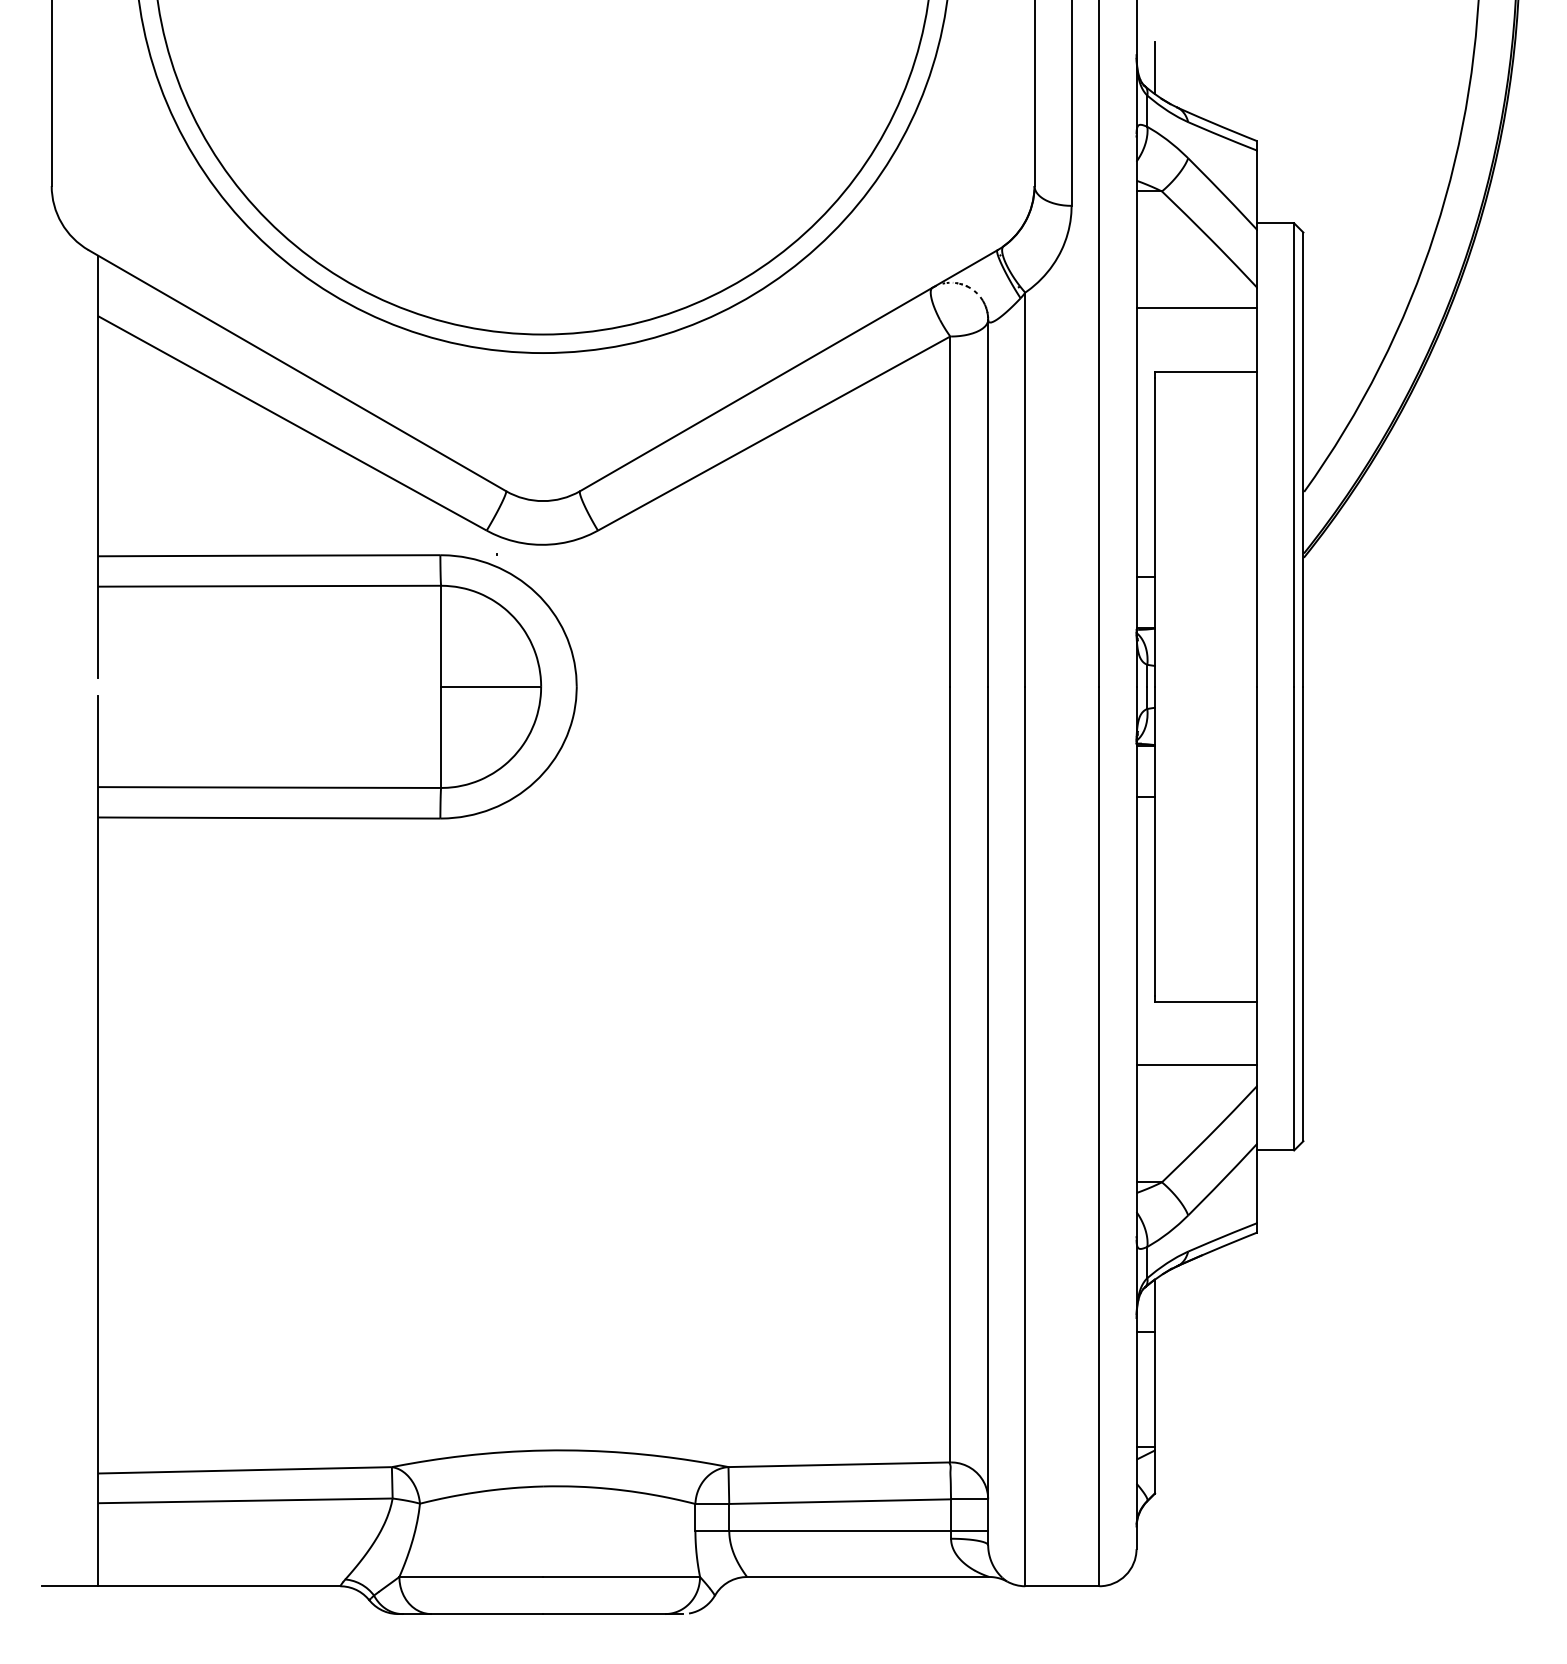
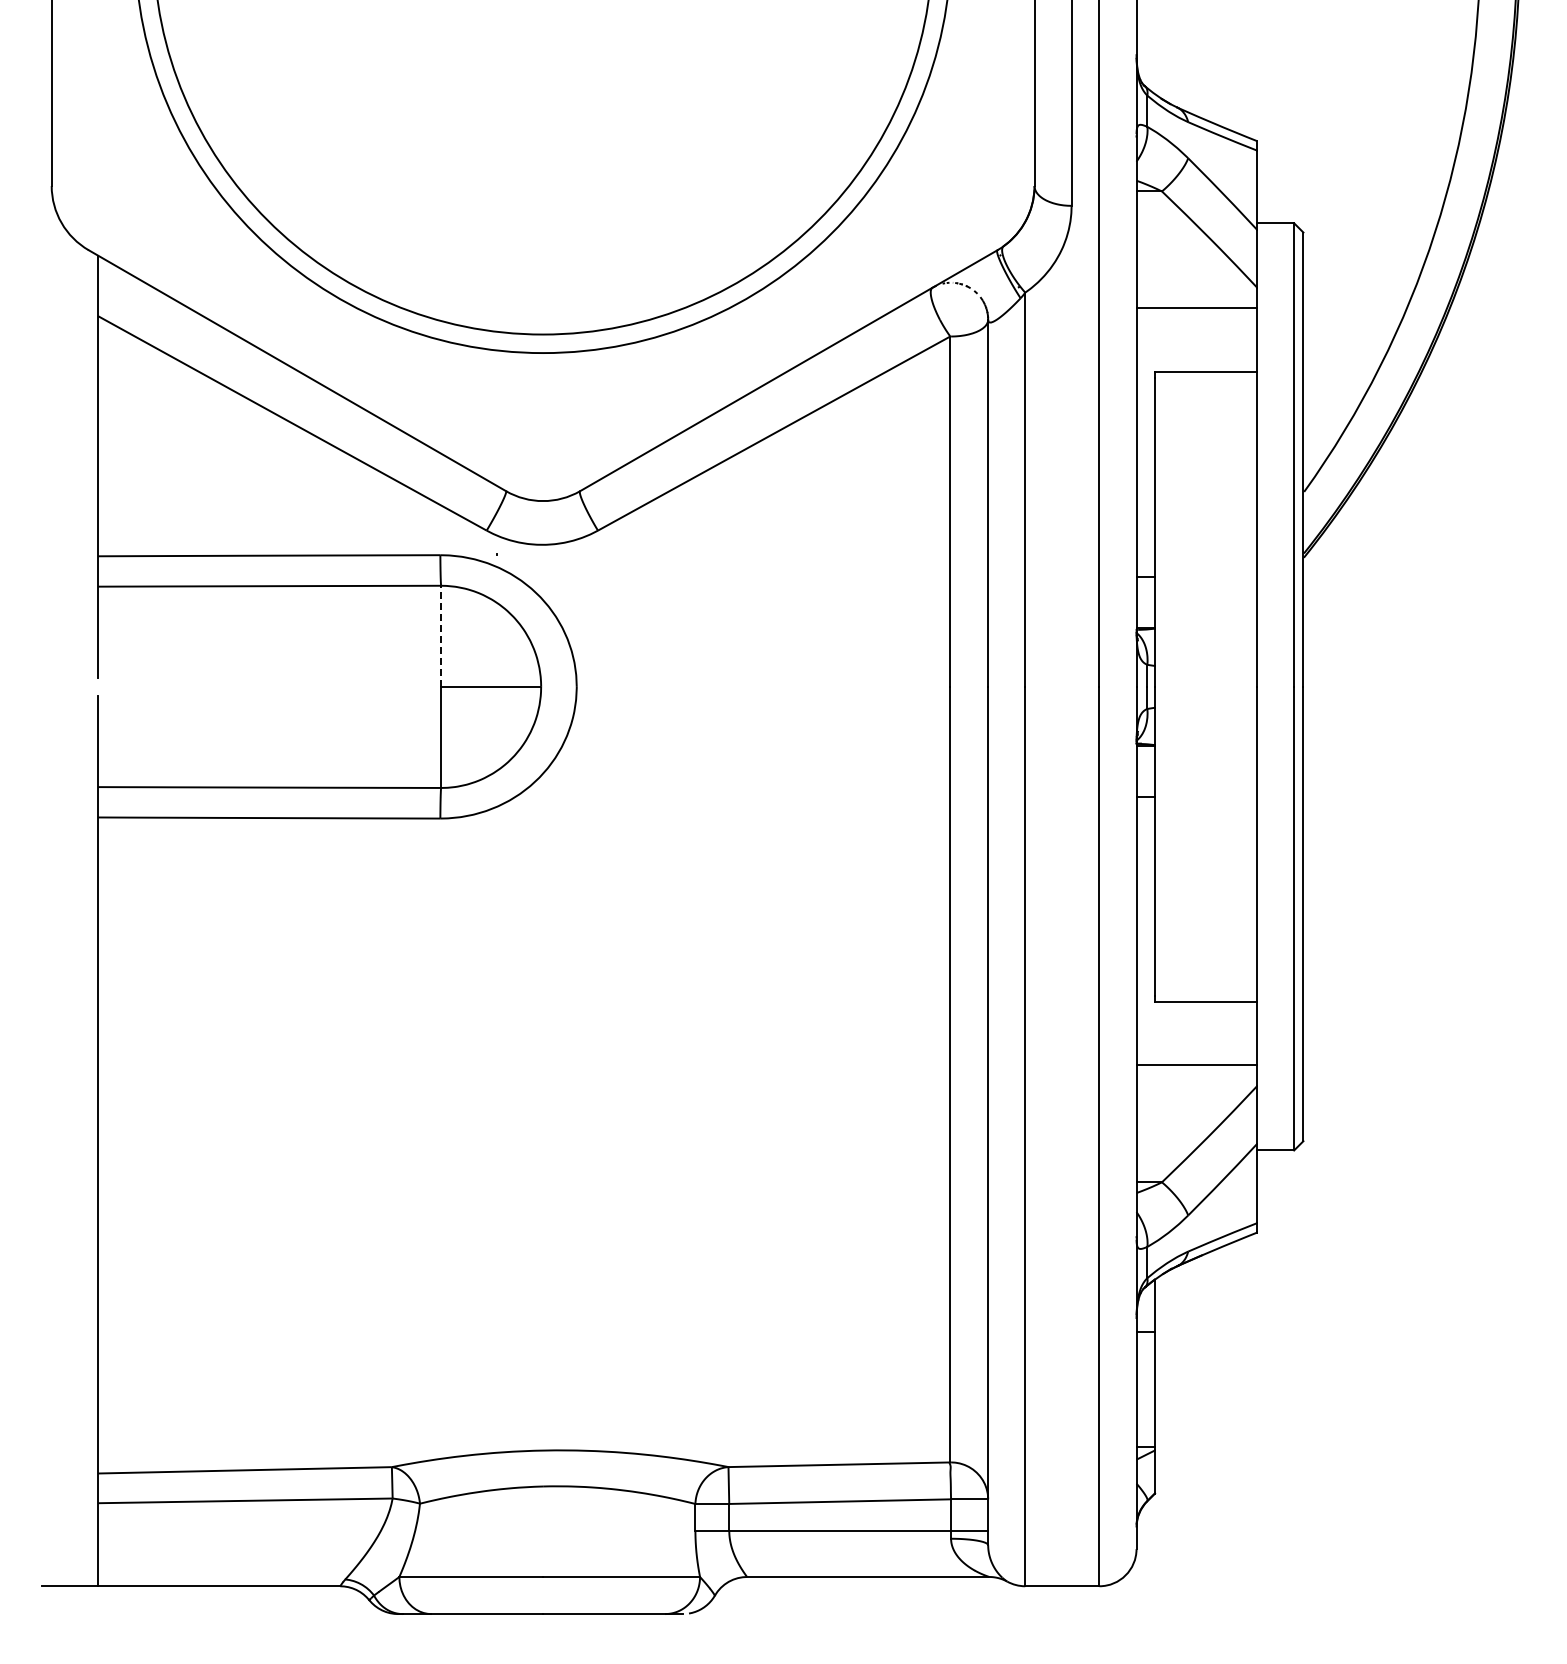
line at (1155, 67): present -> none
line at (441, 636): solid -> dashed
